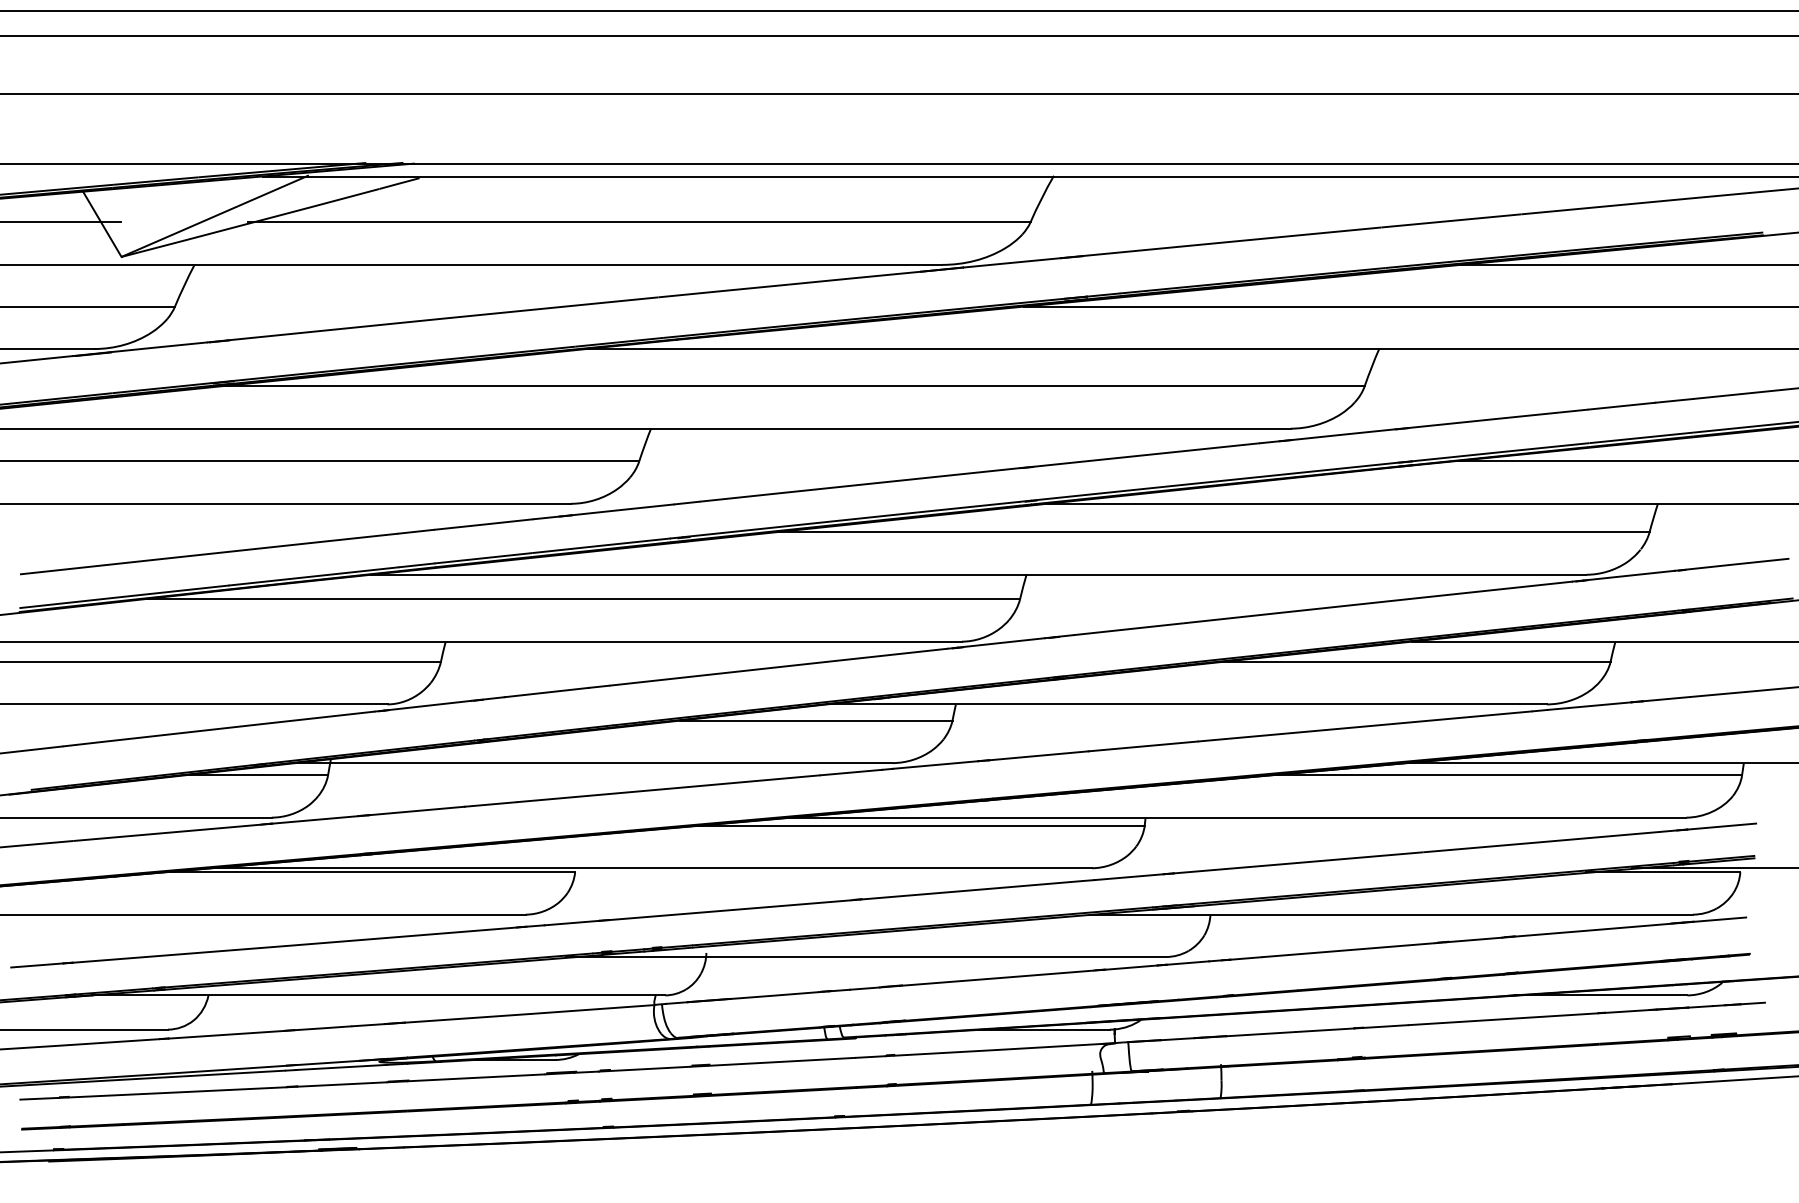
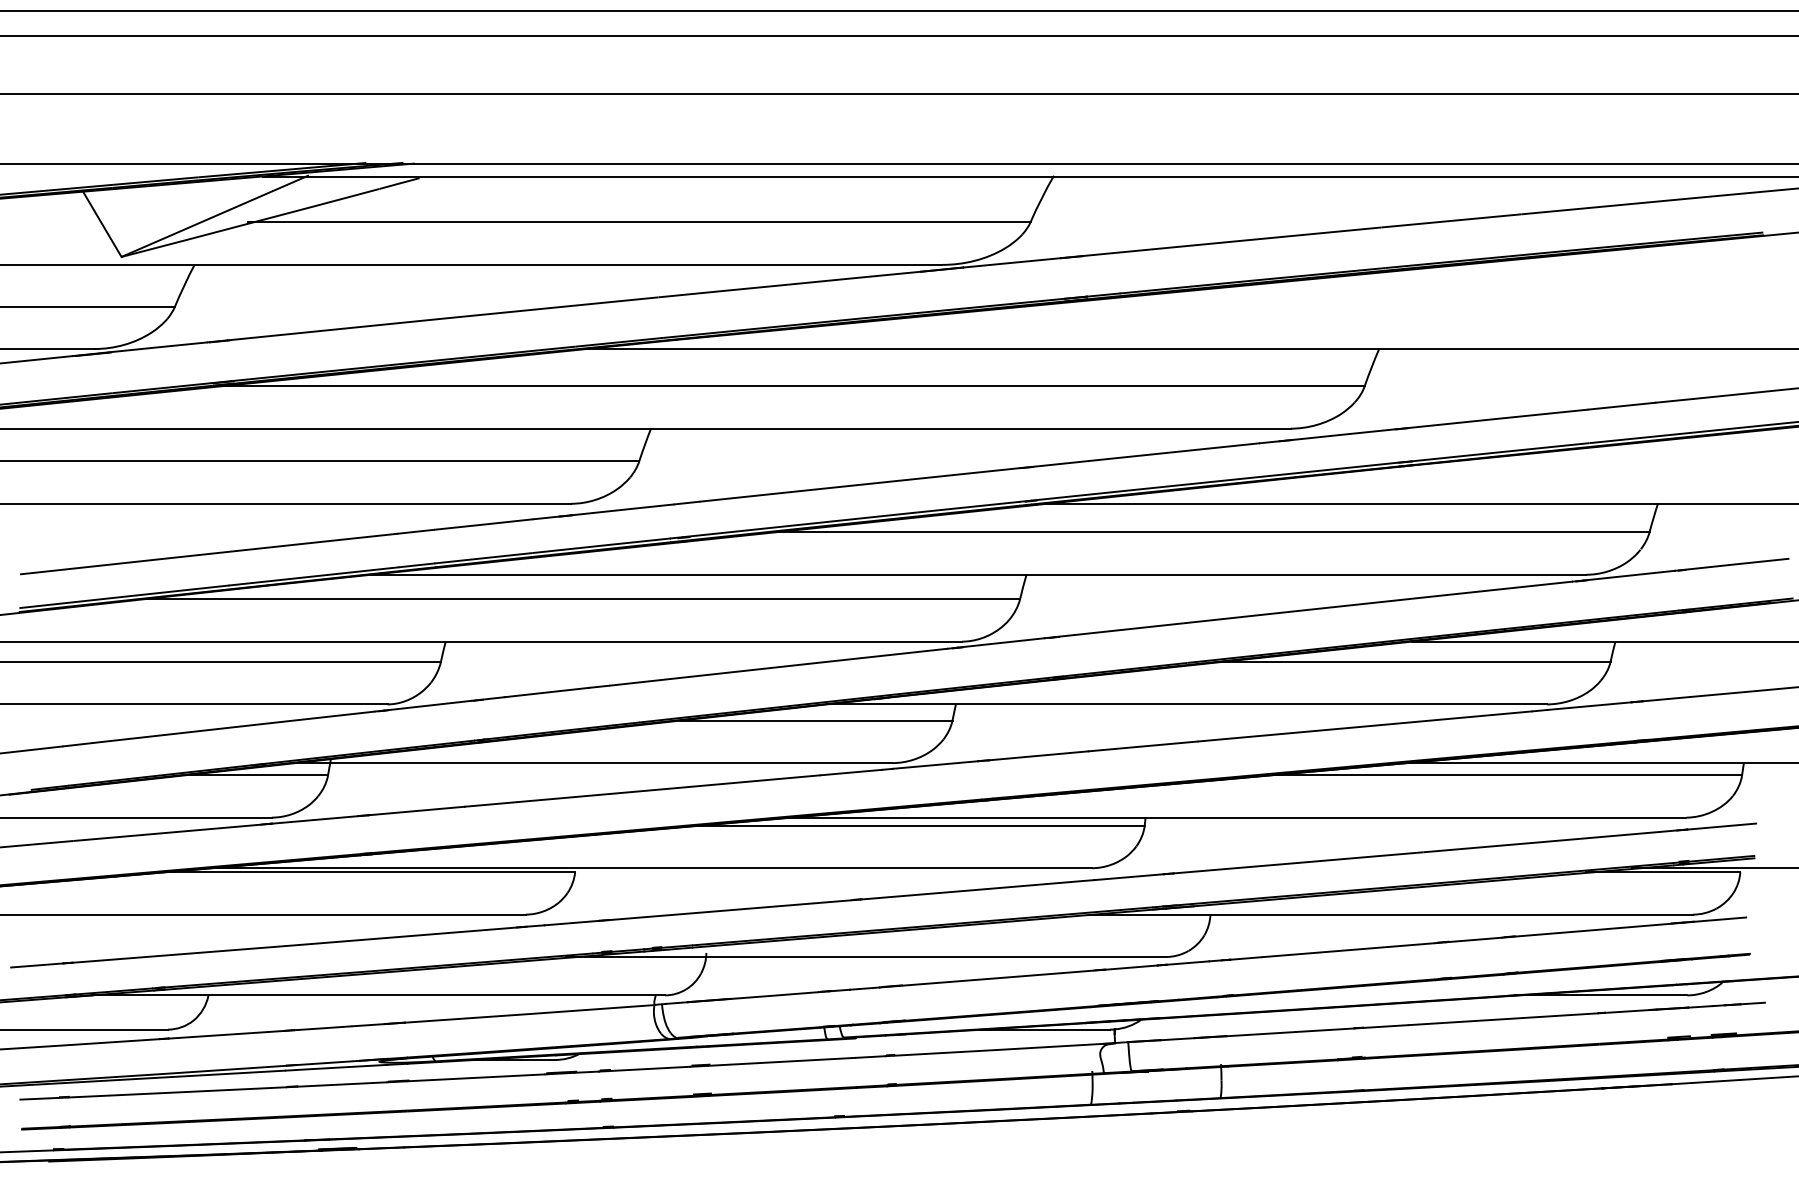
line at (61, 222): present -> none
line at (1627, 264): present -> none
line at (1409, 306): present -> none
line at (1624, 461): present -> none
